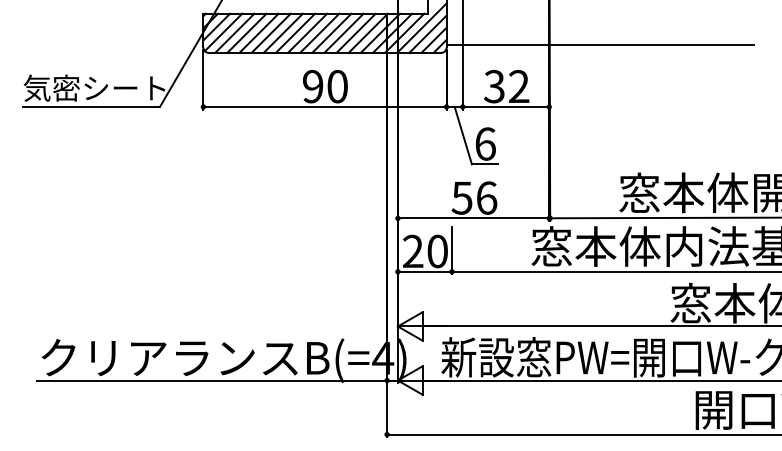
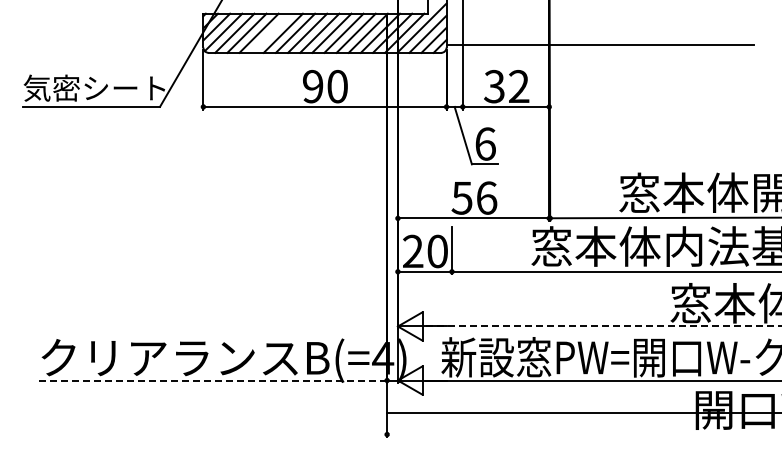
line at (270, 32): present -> none
line at (604, 326): solid -> dashed
line at (212, 380): solid -> dashed
line at (582, 434) position: (582, 434) -> (582, 412)
